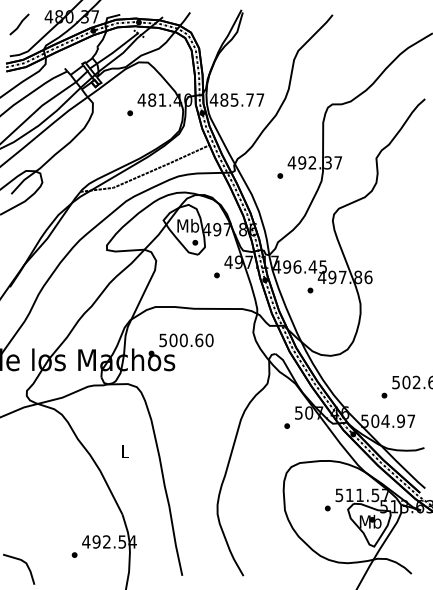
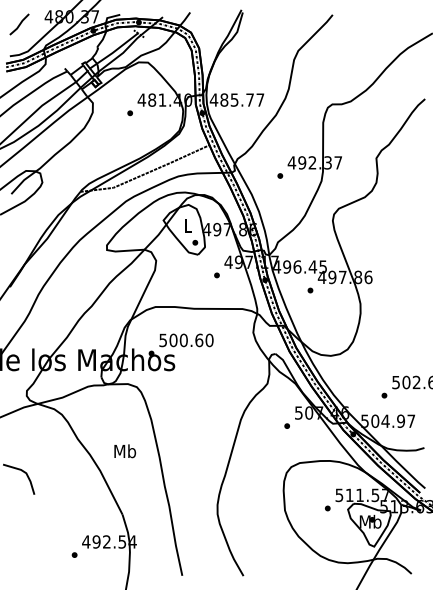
text at (188, 225): Mb -> L
text at (125, 451): L -> Mb
line at (24, 563) position: (24, 563) -> (24, 473)
